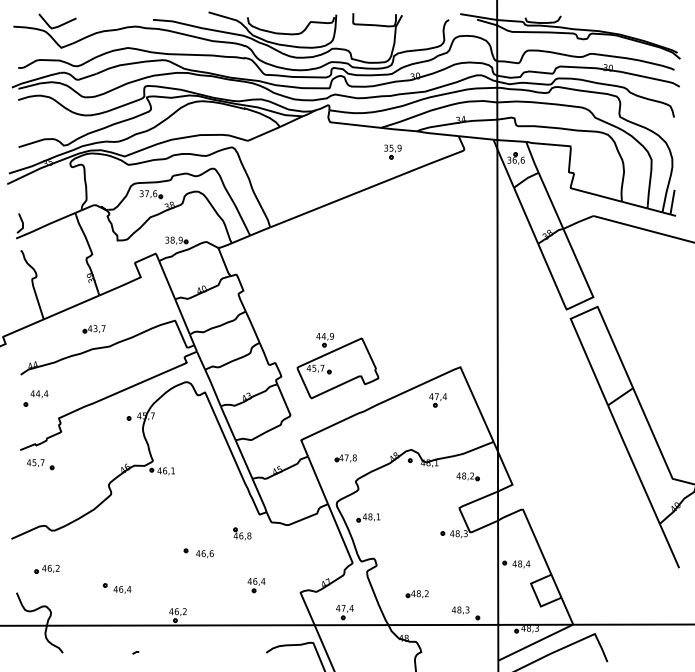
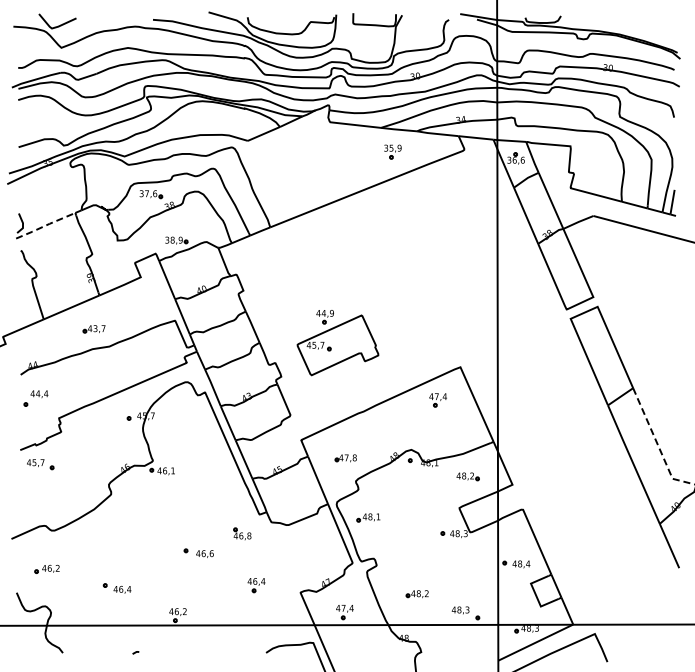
line at (45, 225): solid -> dashed
part at (337, 366) position: (337, 366) -> (337, 343)
line at (657, 444): solid -> dashed
